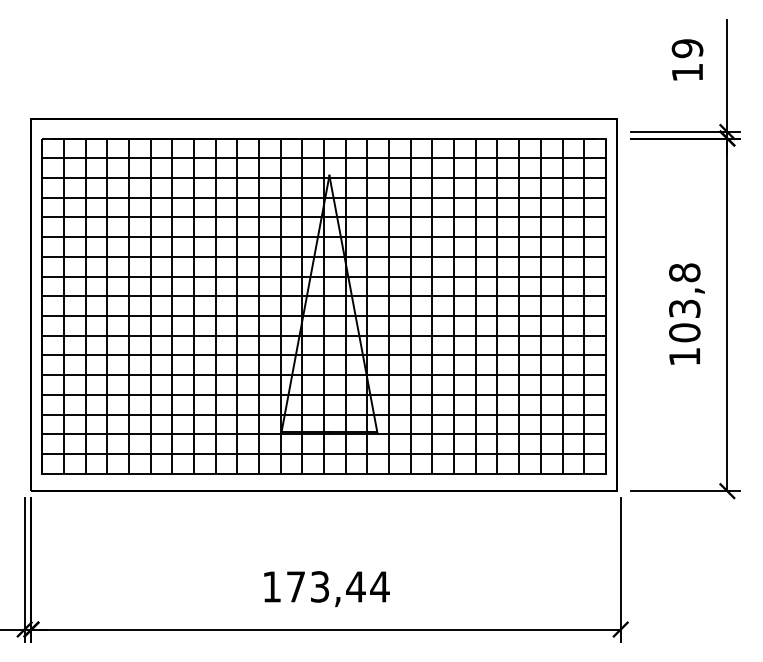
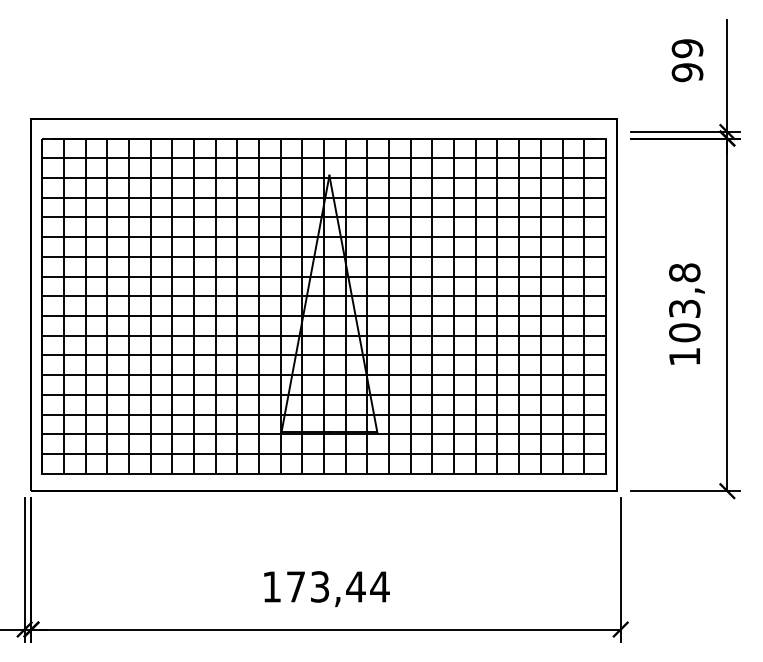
text at (687, 72): 19 -> 99
